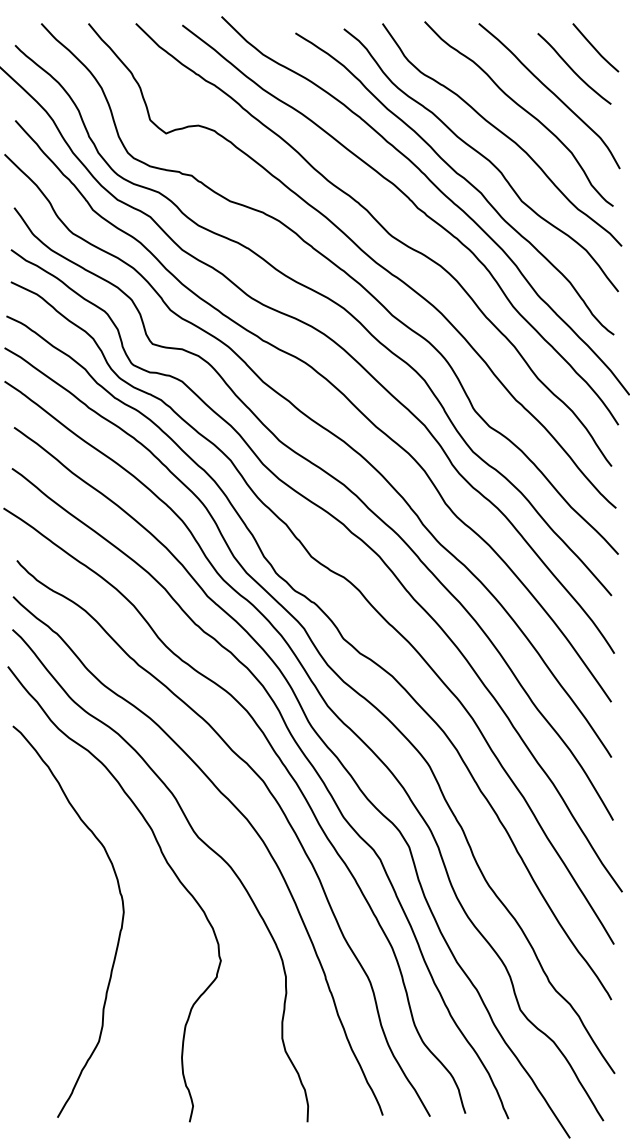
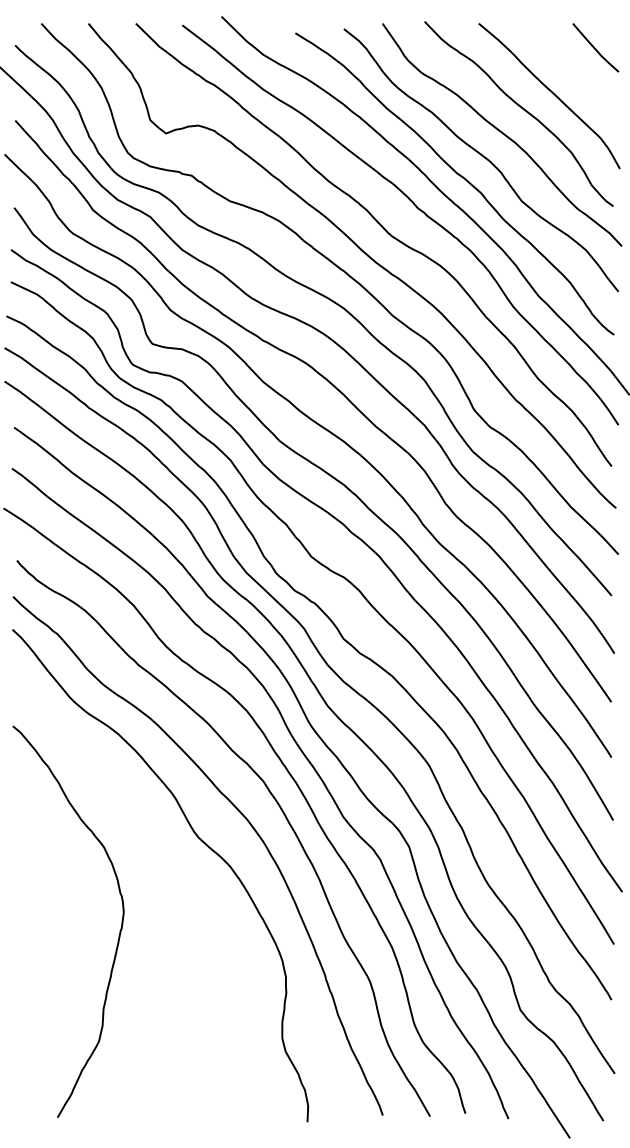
curve at (573, 69): present -> none
curve at (166, 863): present -> none
